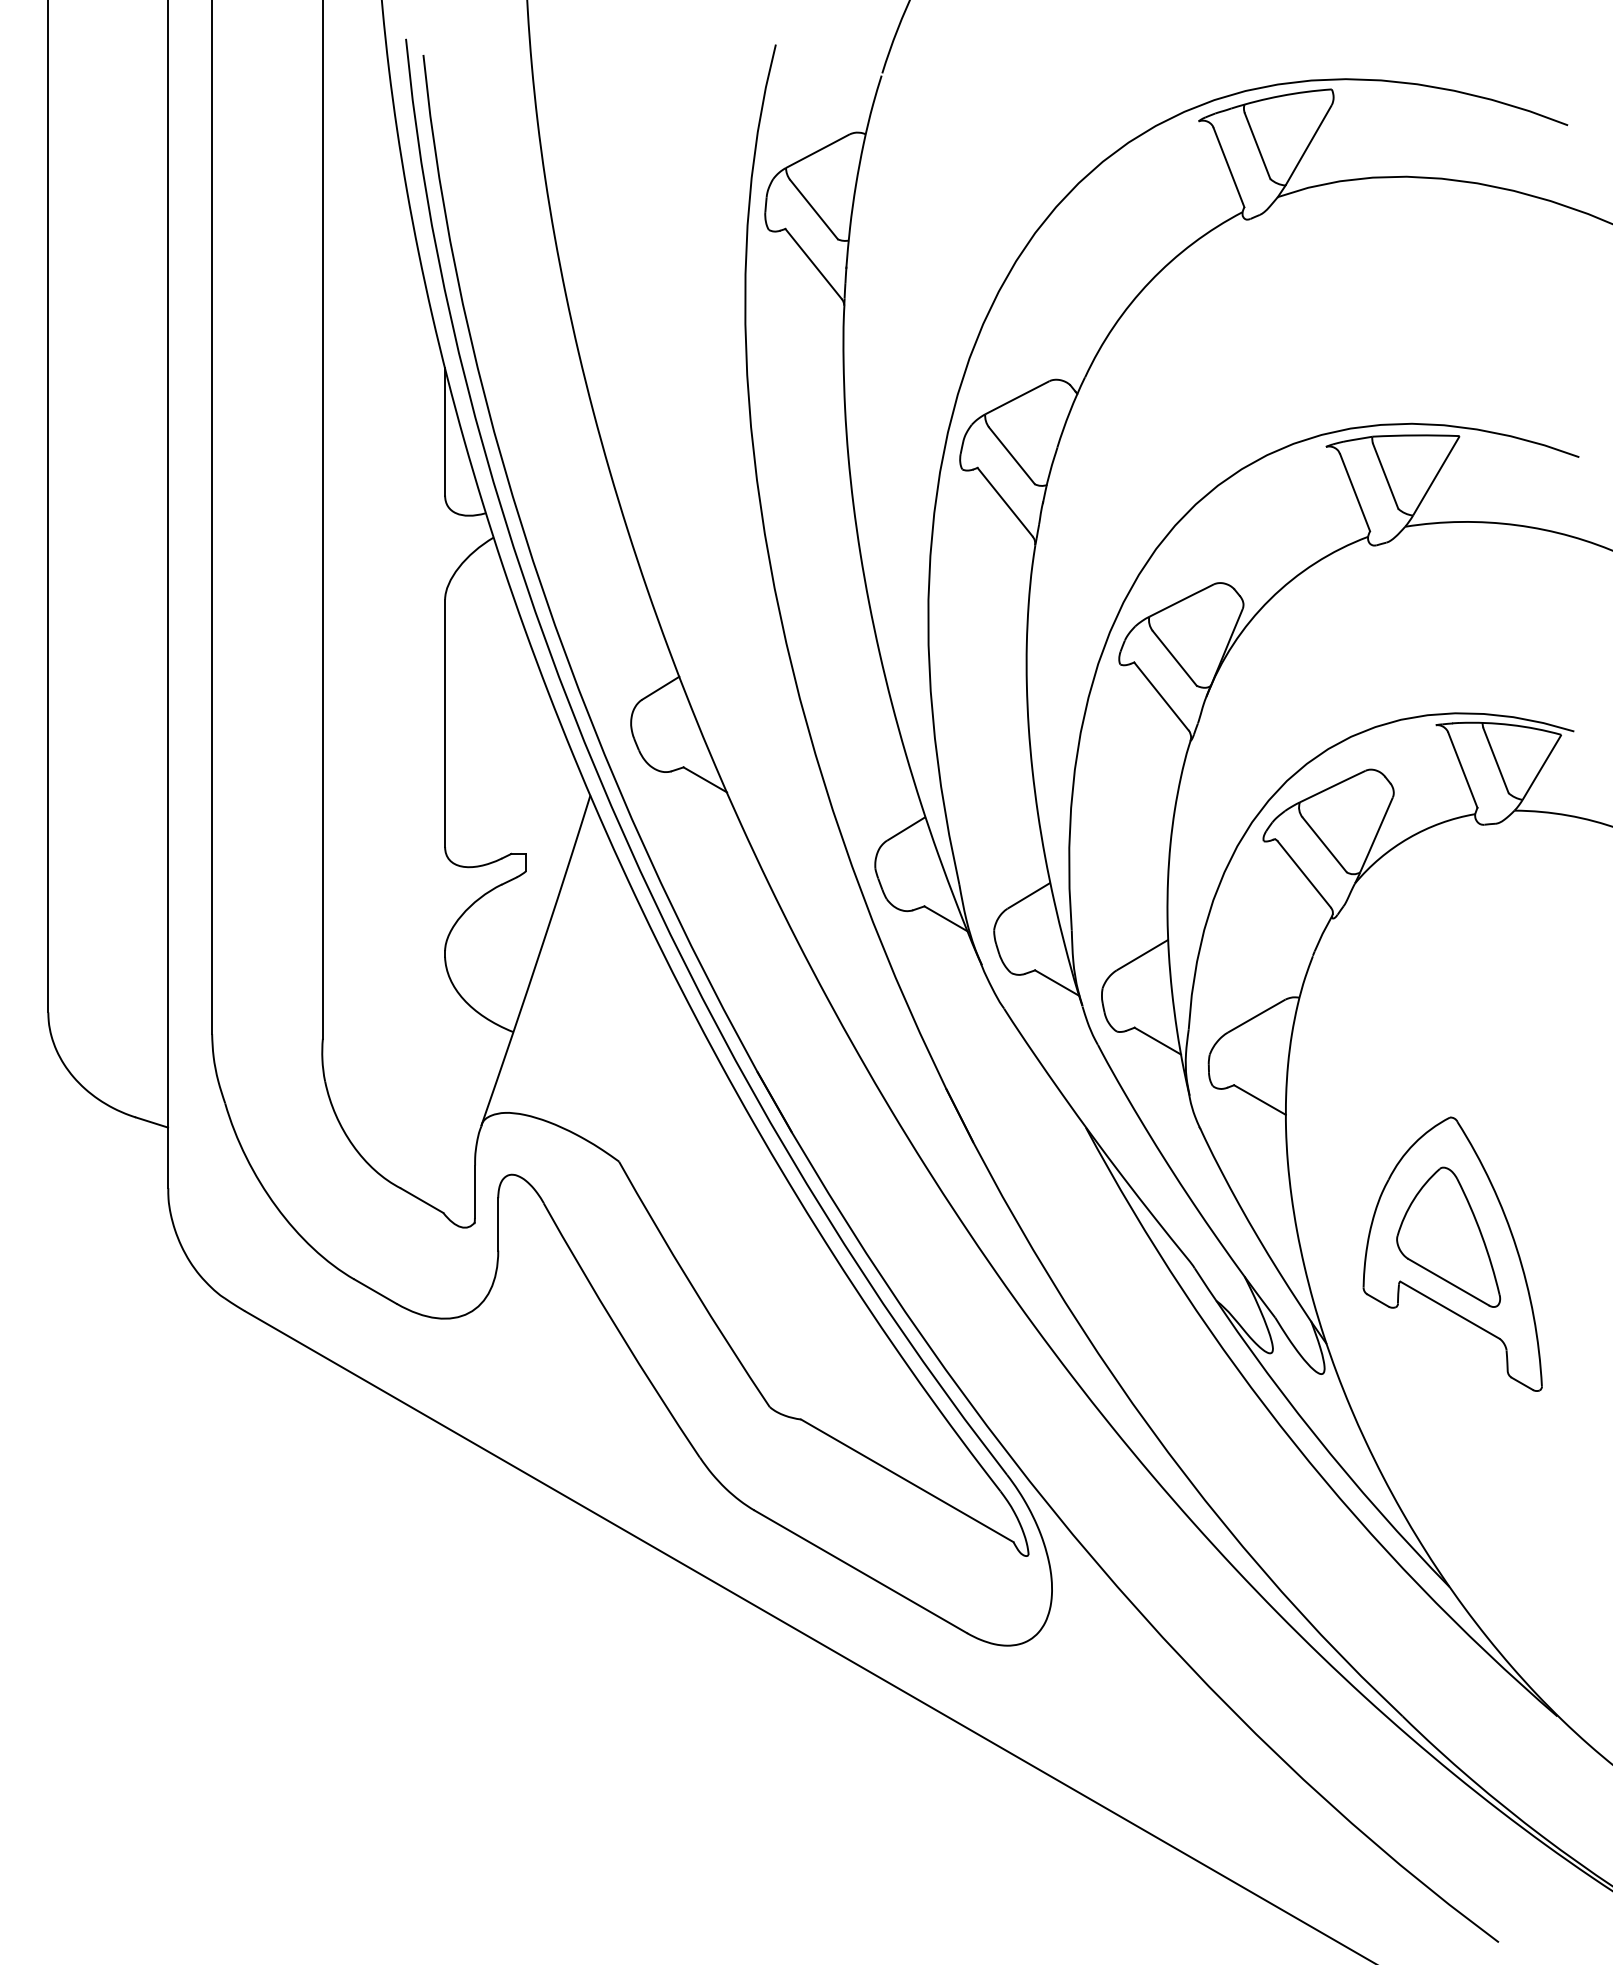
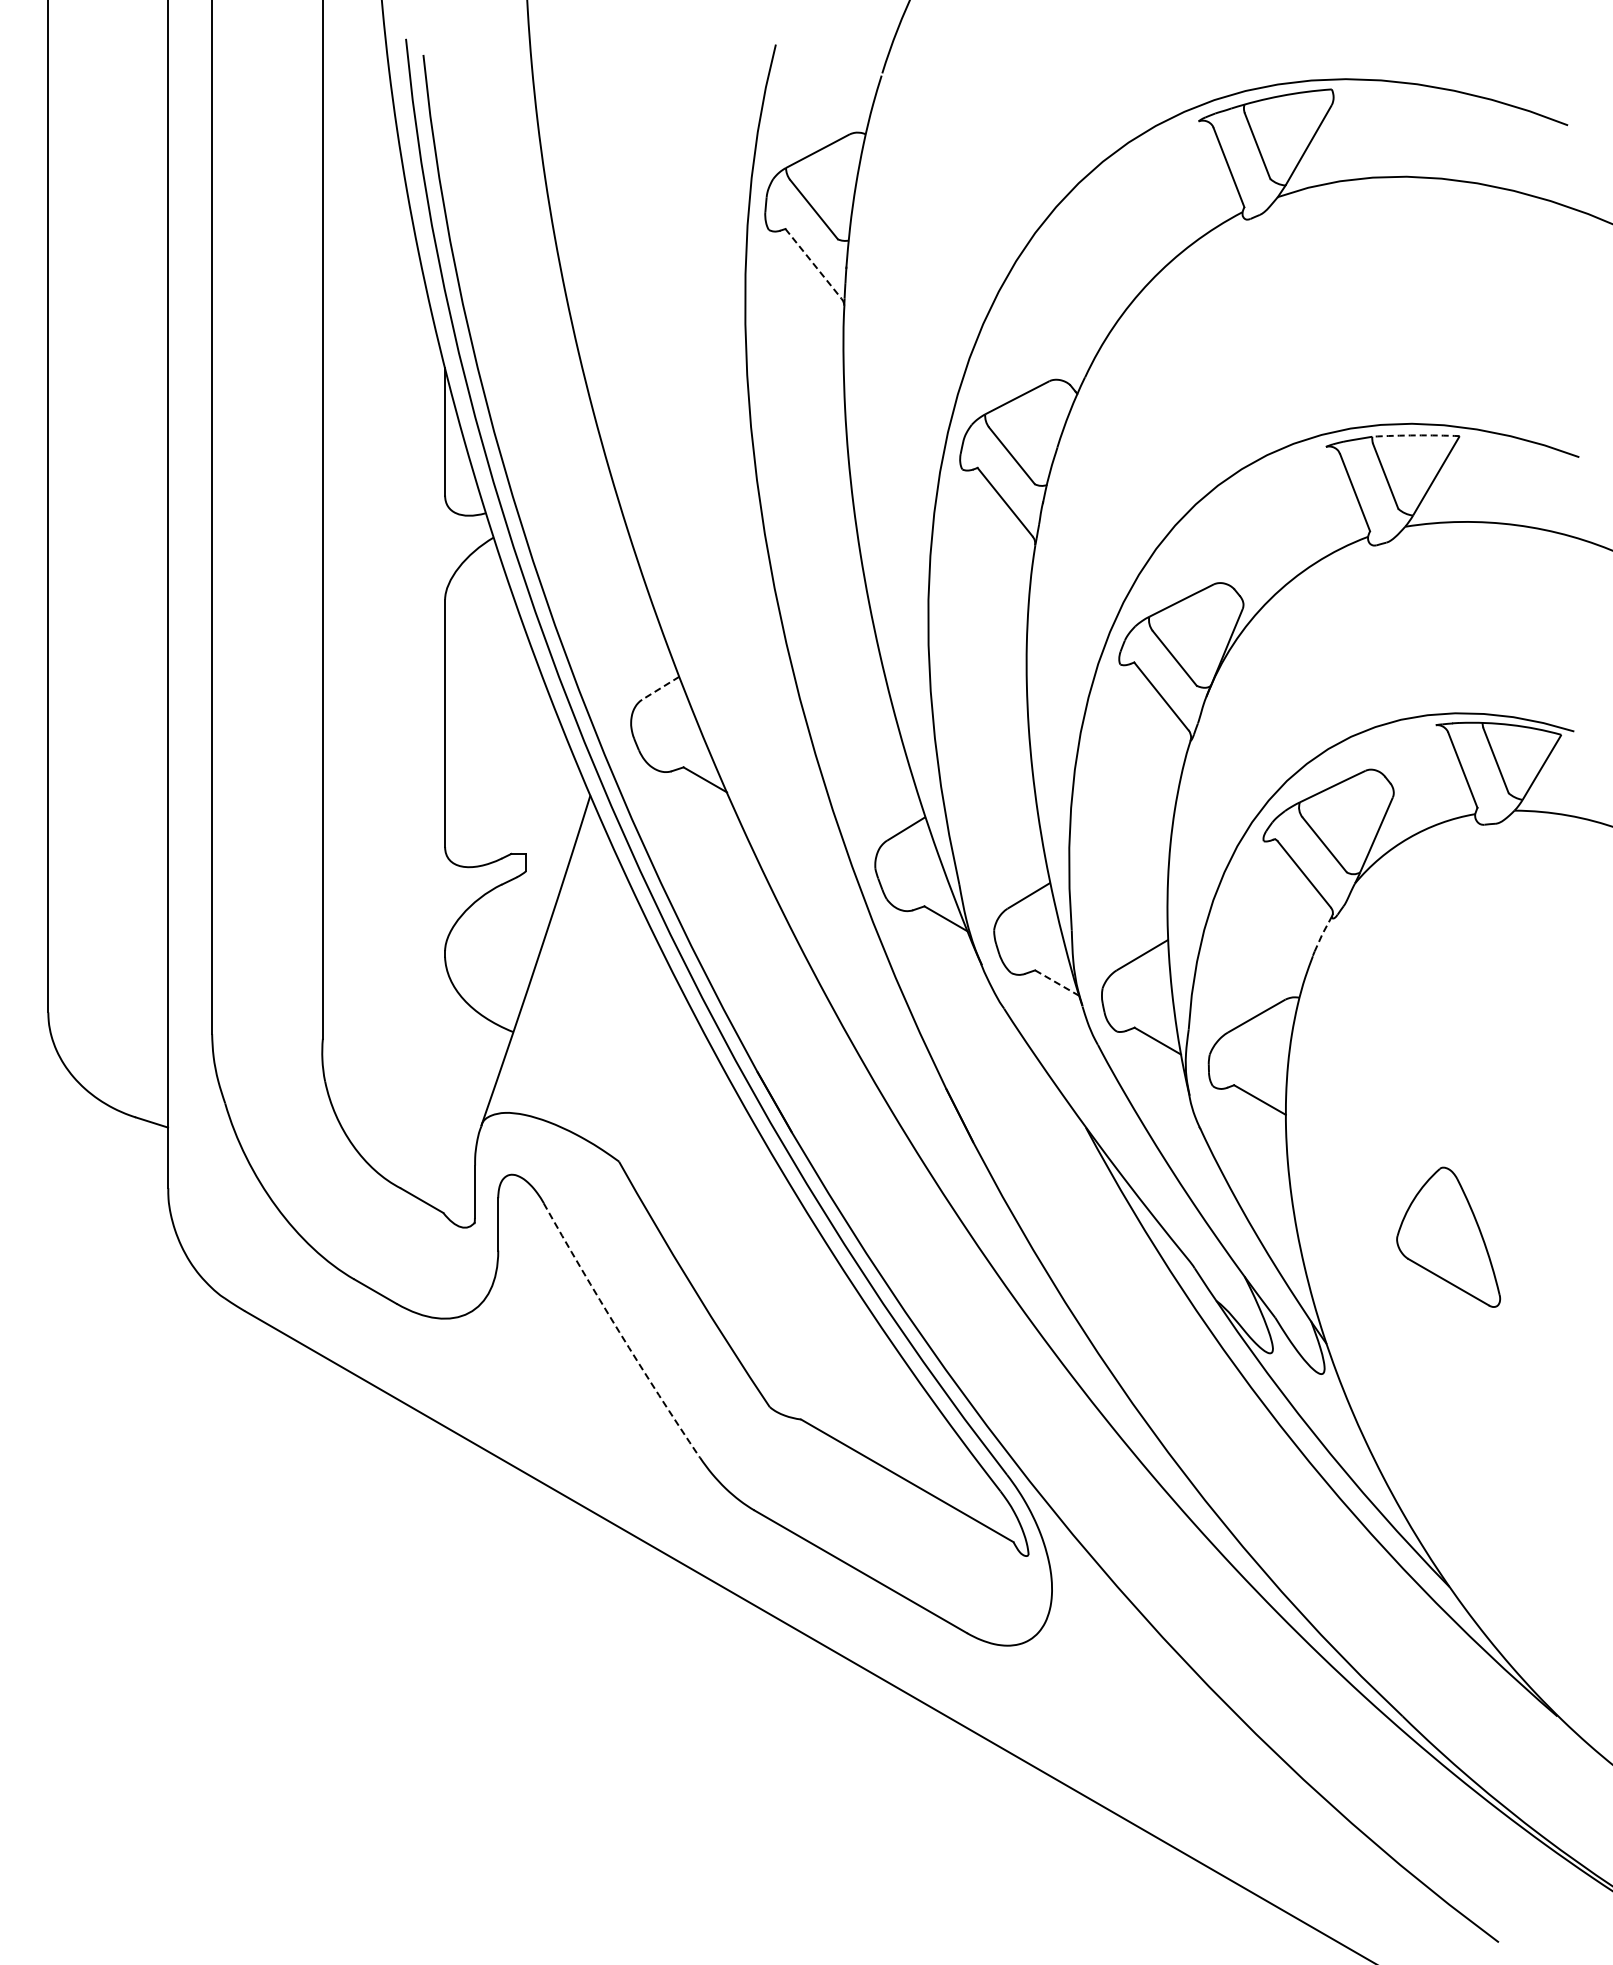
line at (813, 263): solid -> dashed
arc at (1415, 435): solid -> dashed
line at (660, 688): solid -> dashed
line at (1322, 933): solid -> dashed
line at (1057, 983): solid -> dashed
part at (1452, 1253): present -> none
arc at (619, 1332): solid -> dashed
